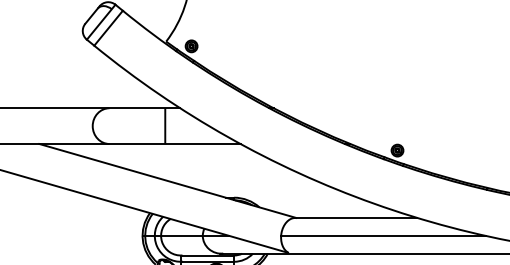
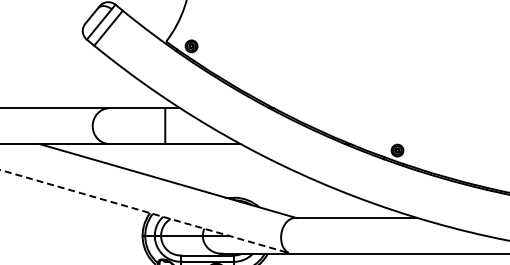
line at (143, 211): solid -> dashed
line at (383, 235): present -> none
